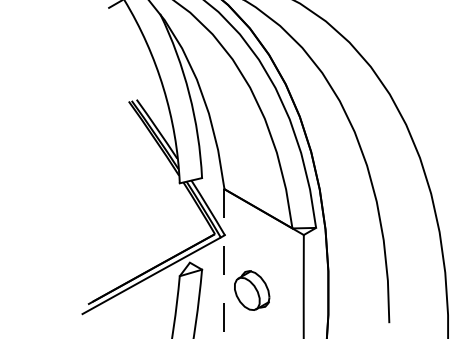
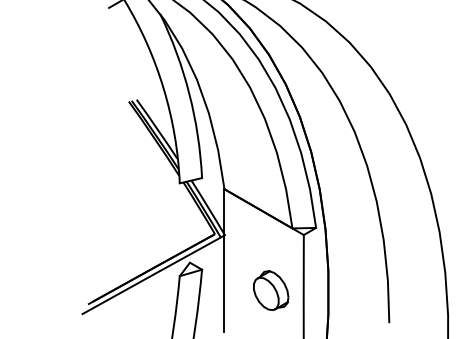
line at (224, 261): dashed -> solid
part at (252, 290) position: (252, 290) -> (271, 290)
